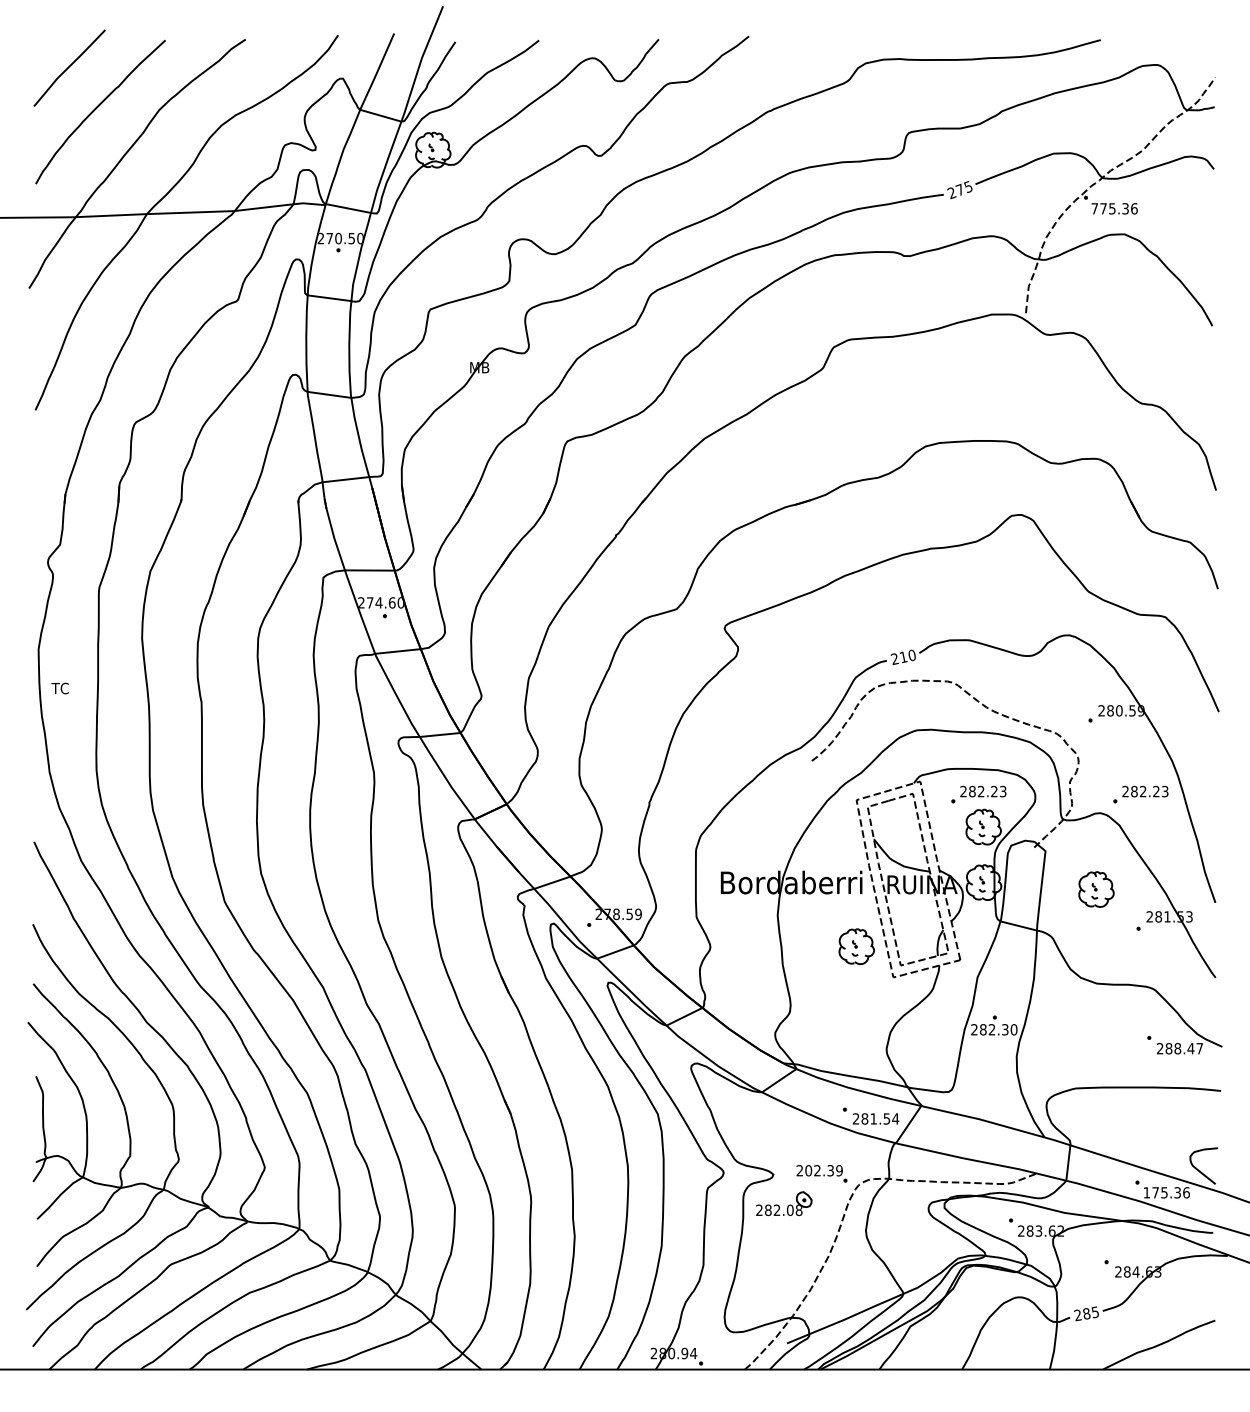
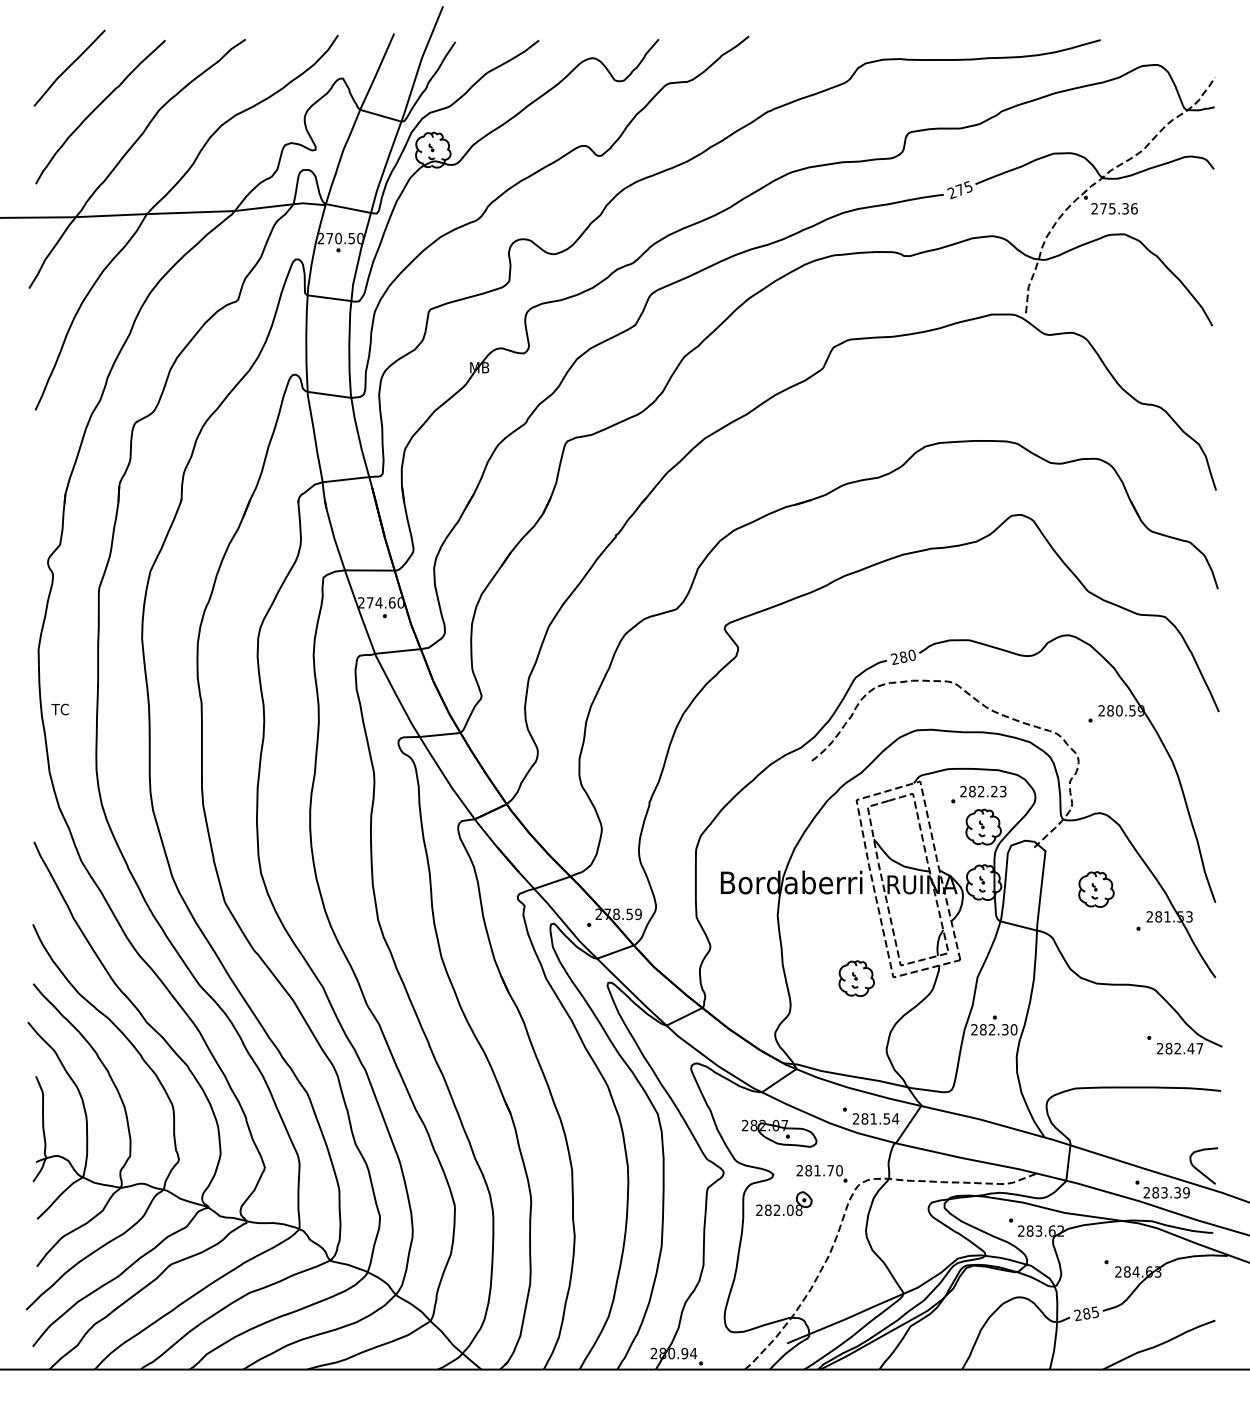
text at (1094, 208): 775.36 -> 275.36
text at (903, 657): 210 -> 280
text at (59, 688) position: (59, 688) -> (59, 709)
part at (1140, 794): present -> none
part at (856, 946) position: (856, 946) -> (856, 978)
text at (1177, 1048): 288.47 -> 282.47
part at (779, 1133): none -> present
text at (823, 1170): 202.39 -> 281.70
text at (1166, 1192): 175.36 -> 283.39
